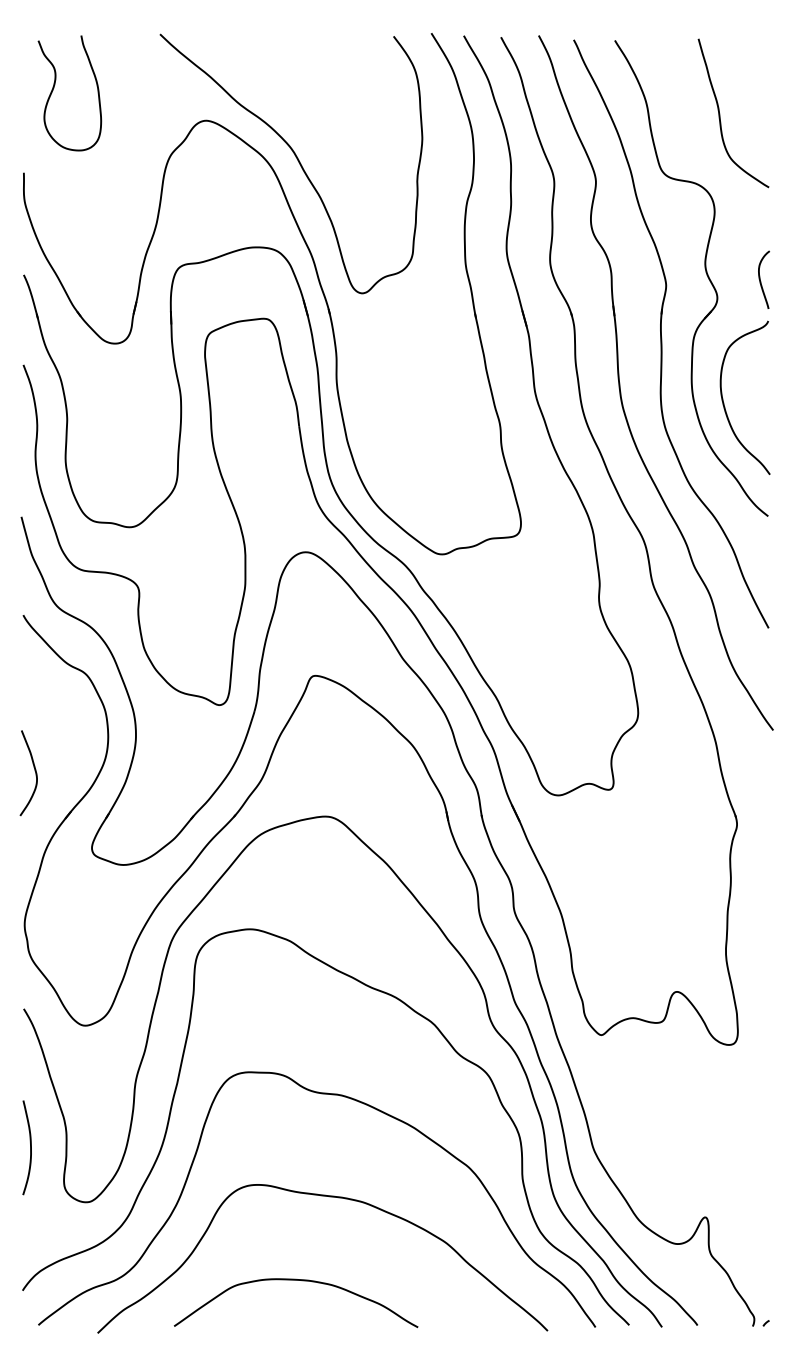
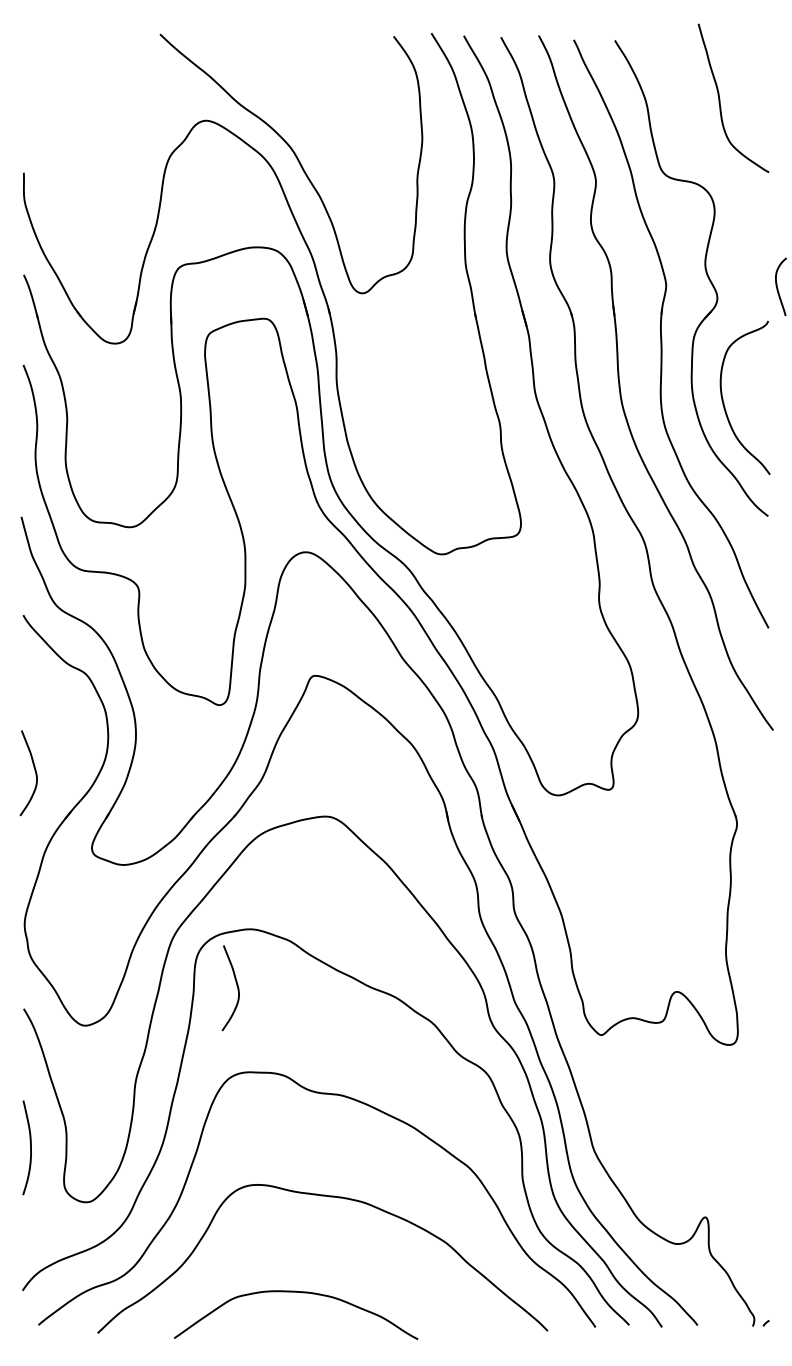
curve at (54, 88): present -> none
curve at (720, 113) position: (720, 113) -> (720, 98)
curve at (761, 281) position: (761, 281) -> (778, 288)
curve at (236, 986): none -> present
curve at (295, 1280) position: (295, 1280) -> (295, 1292)
